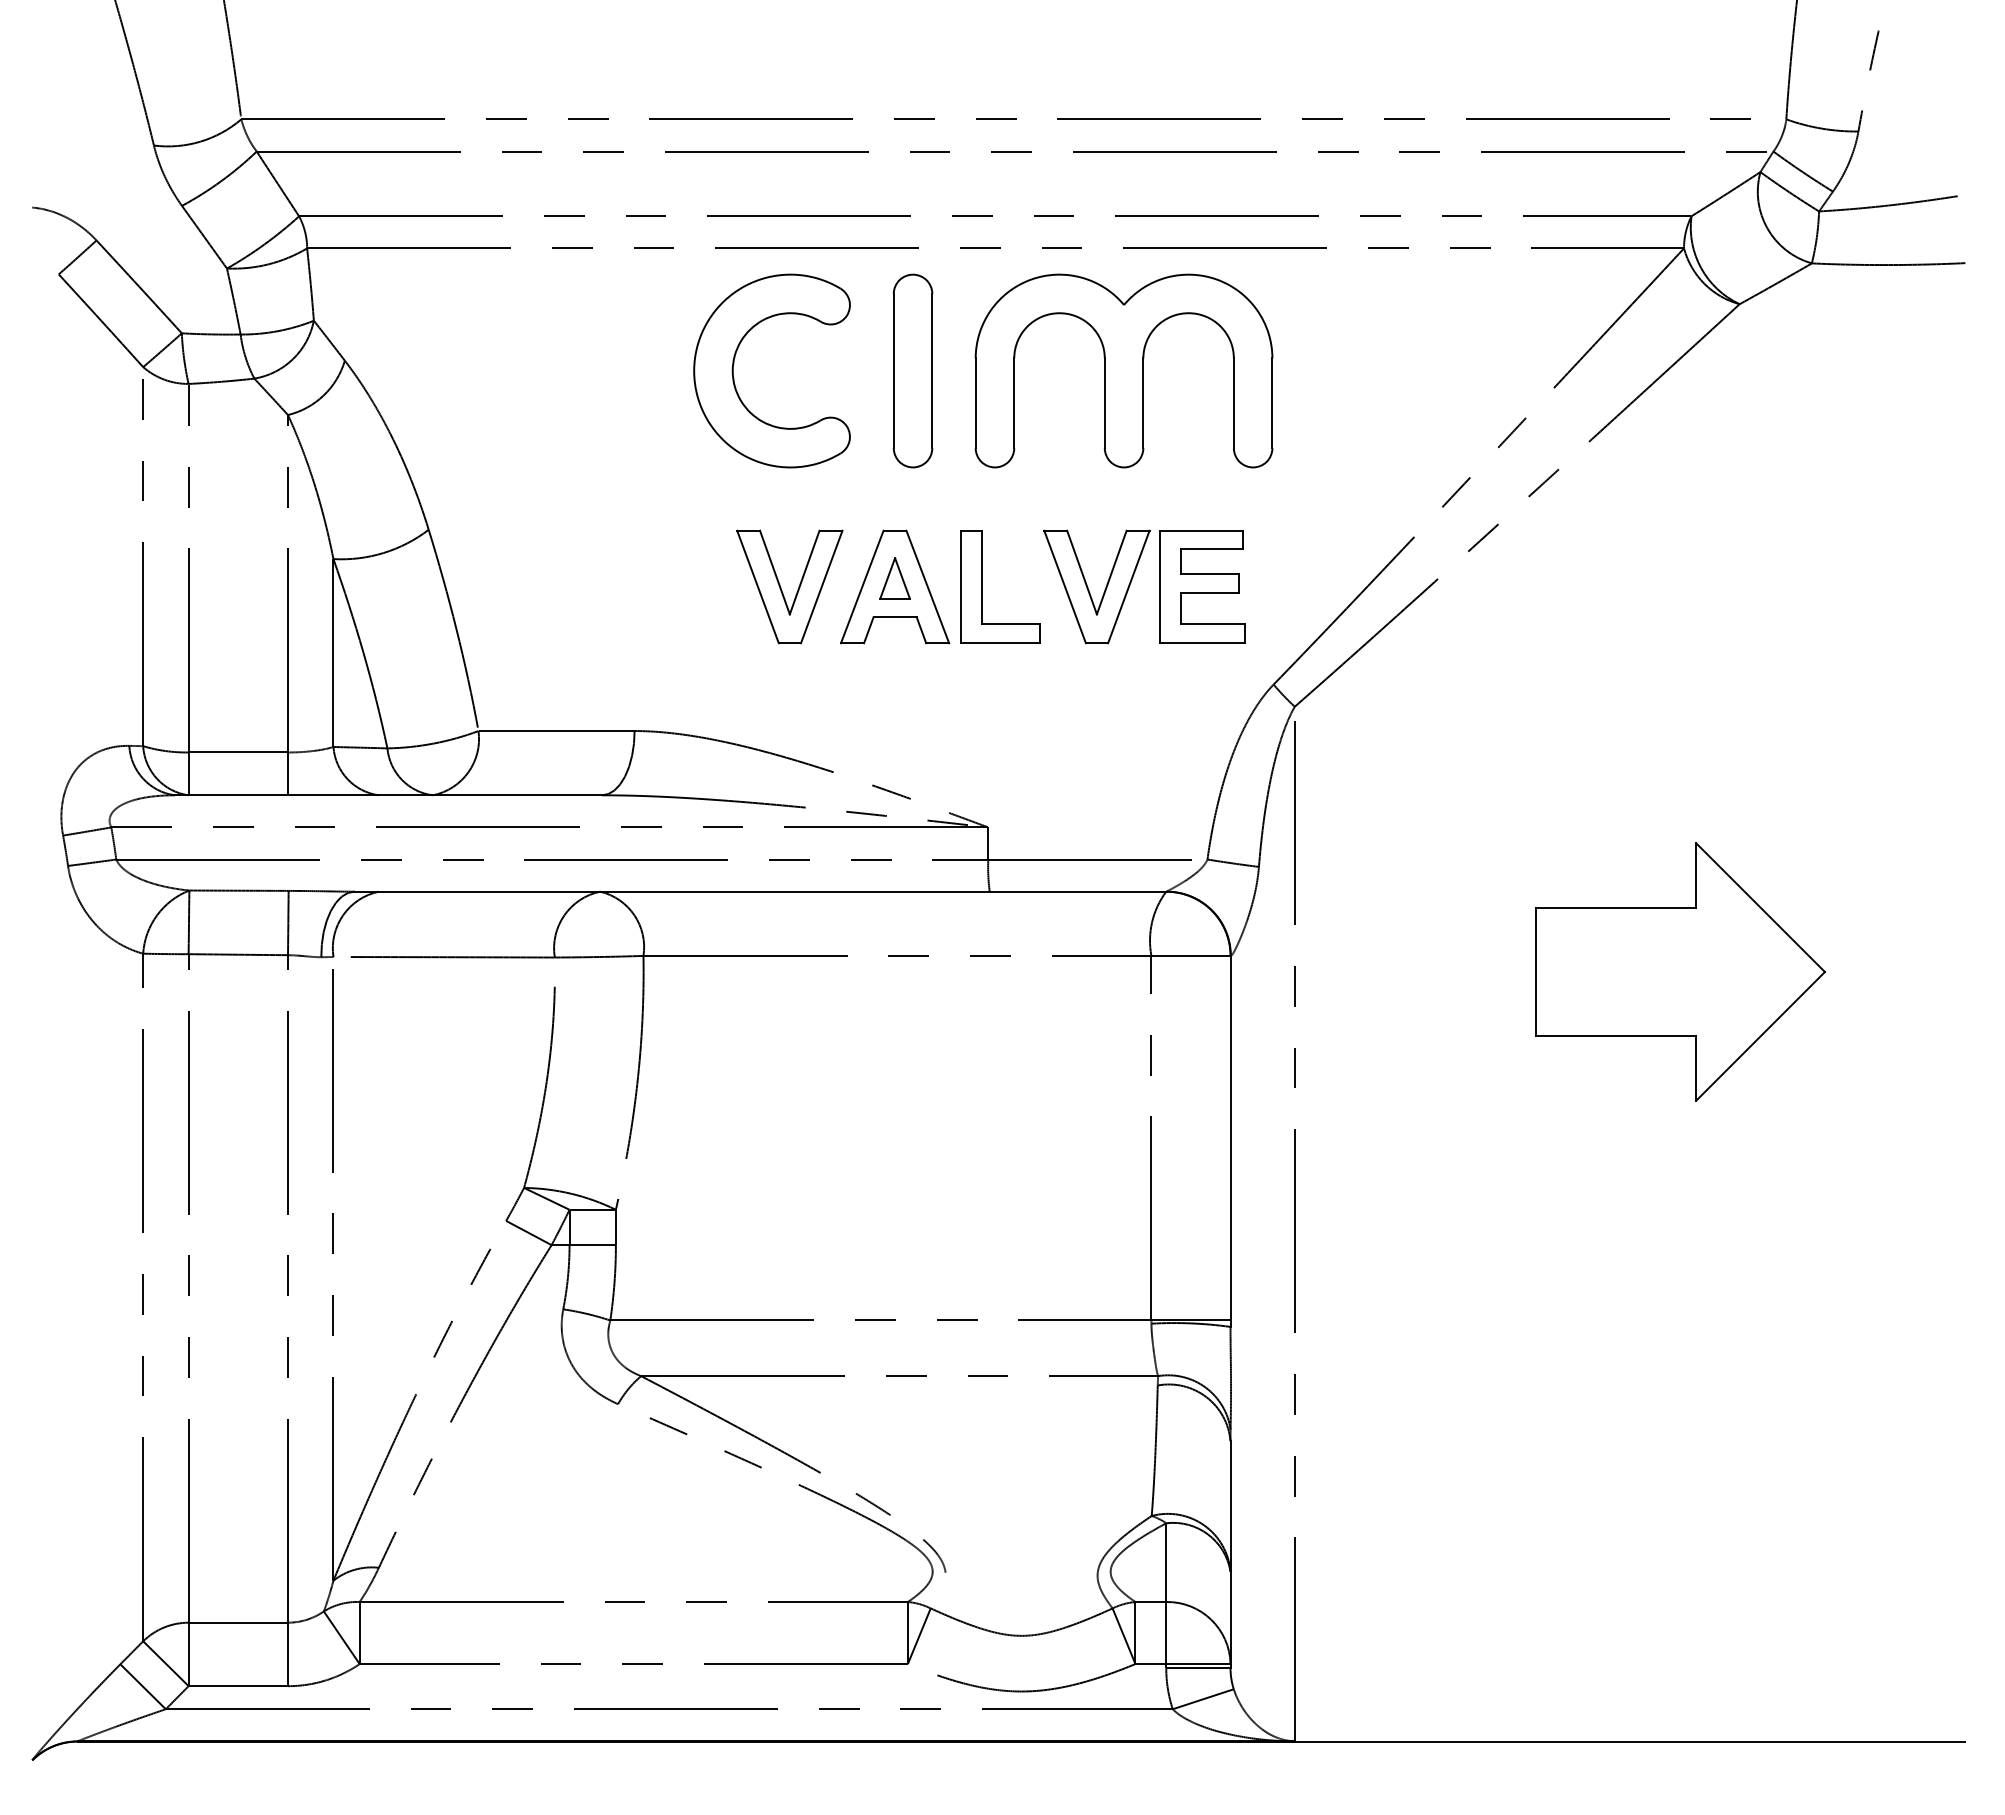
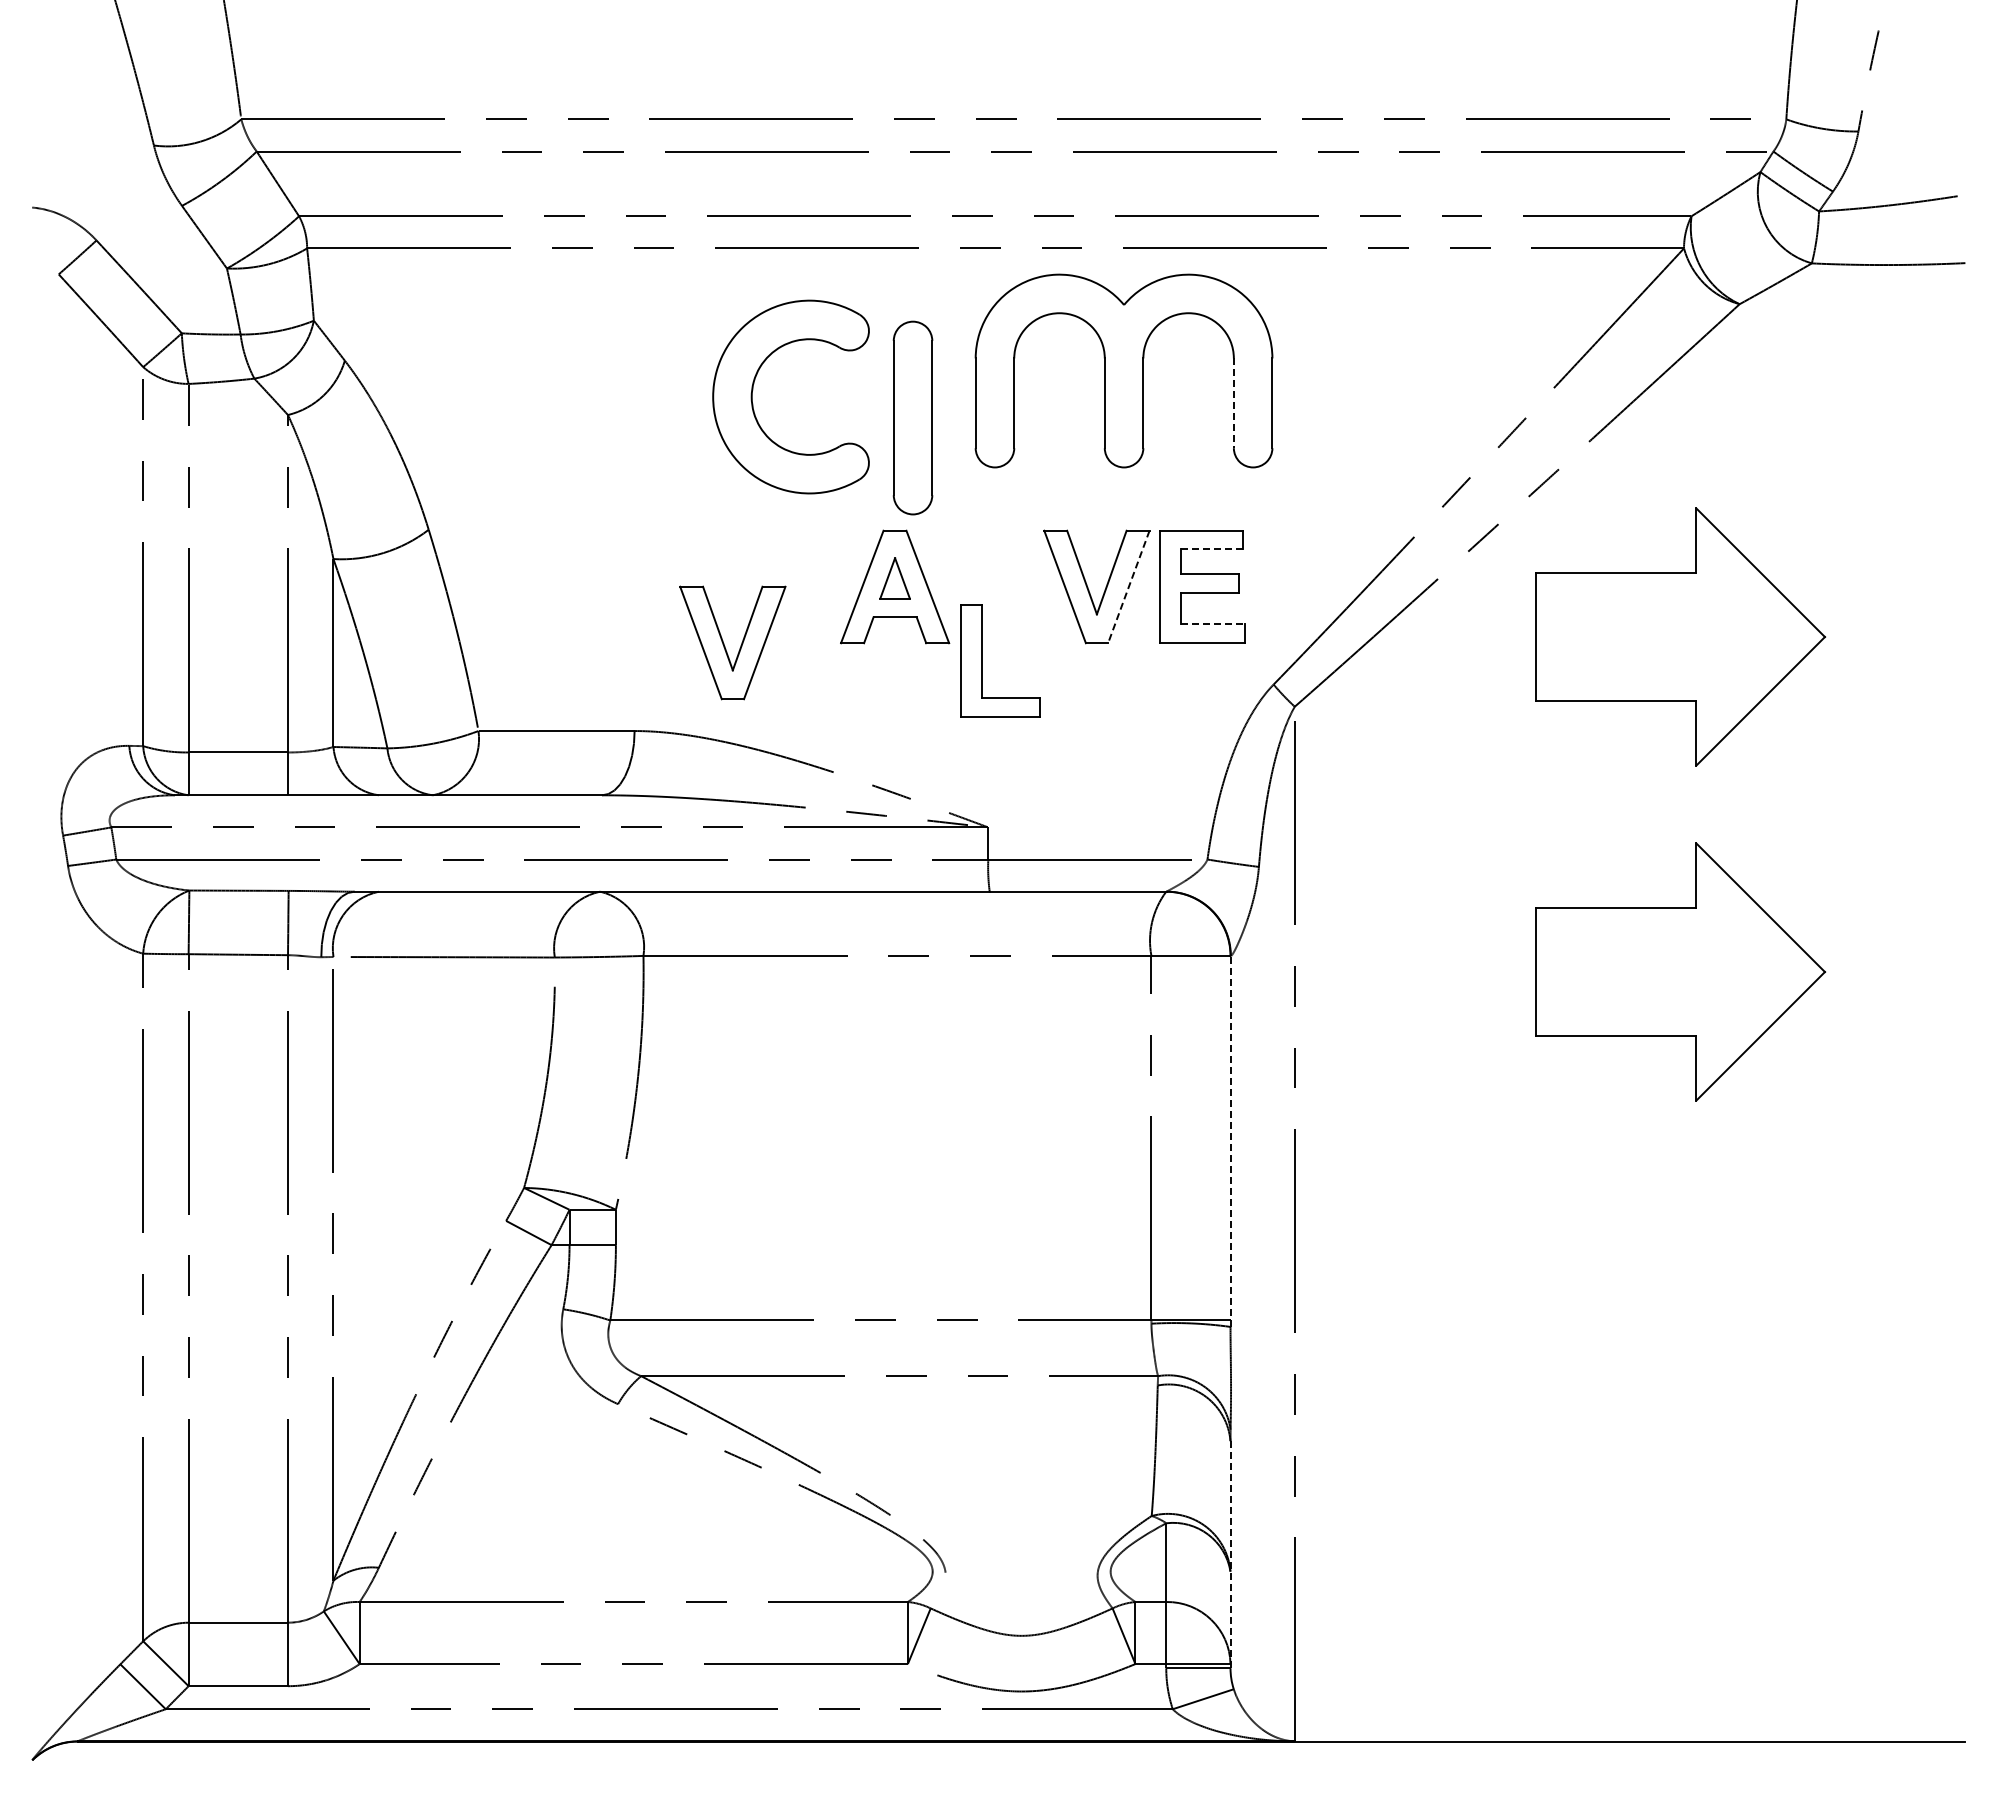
part at (734, 364) position: (734, 364) -> (753, 390)
part at (912, 370) position: (912, 370) -> (912, 417)
line at (1233, 403): solid -> dashed
line at (1211, 549): solid -> dashed
part at (982, 586) position: (982, 586) -> (982, 660)
part at (781, 587) position: (781, 587) -> (724, 643)
line at (1128, 587): solid -> dashed
line at (1213, 624): solid -> dashed
part at (1680, 636): none -> present
line at (1230, 1140): solid -> dashed
line at (1230, 1554): solid -> dashed
